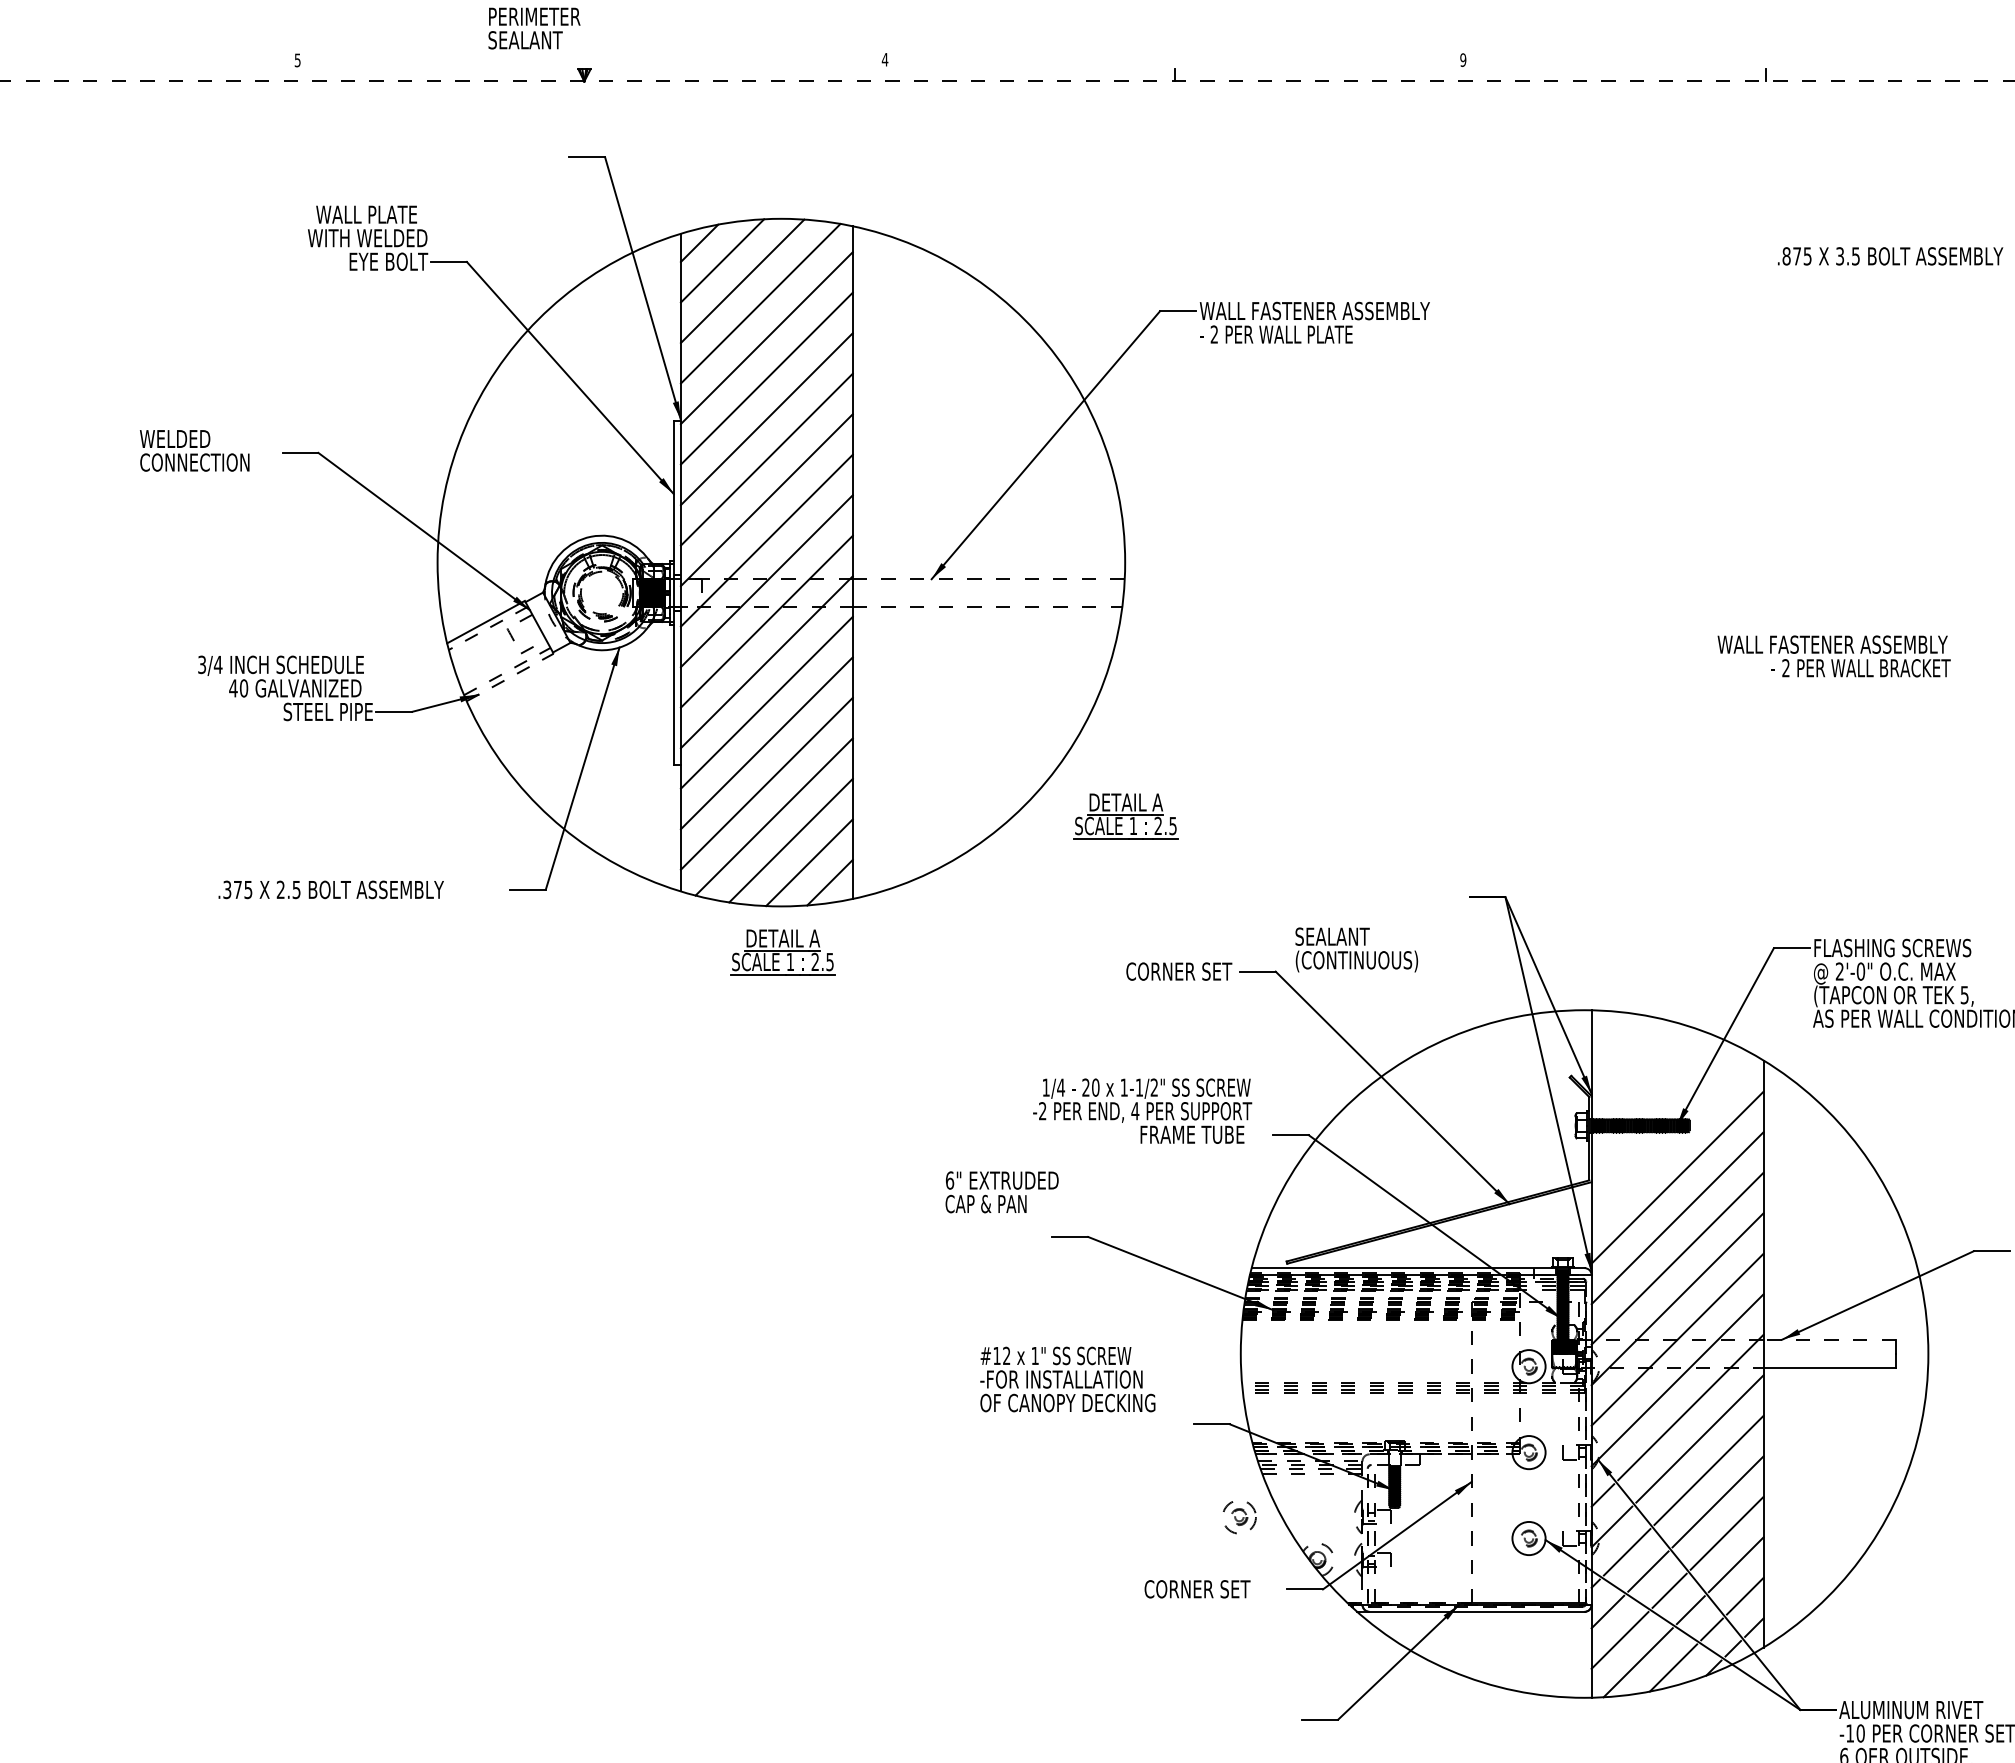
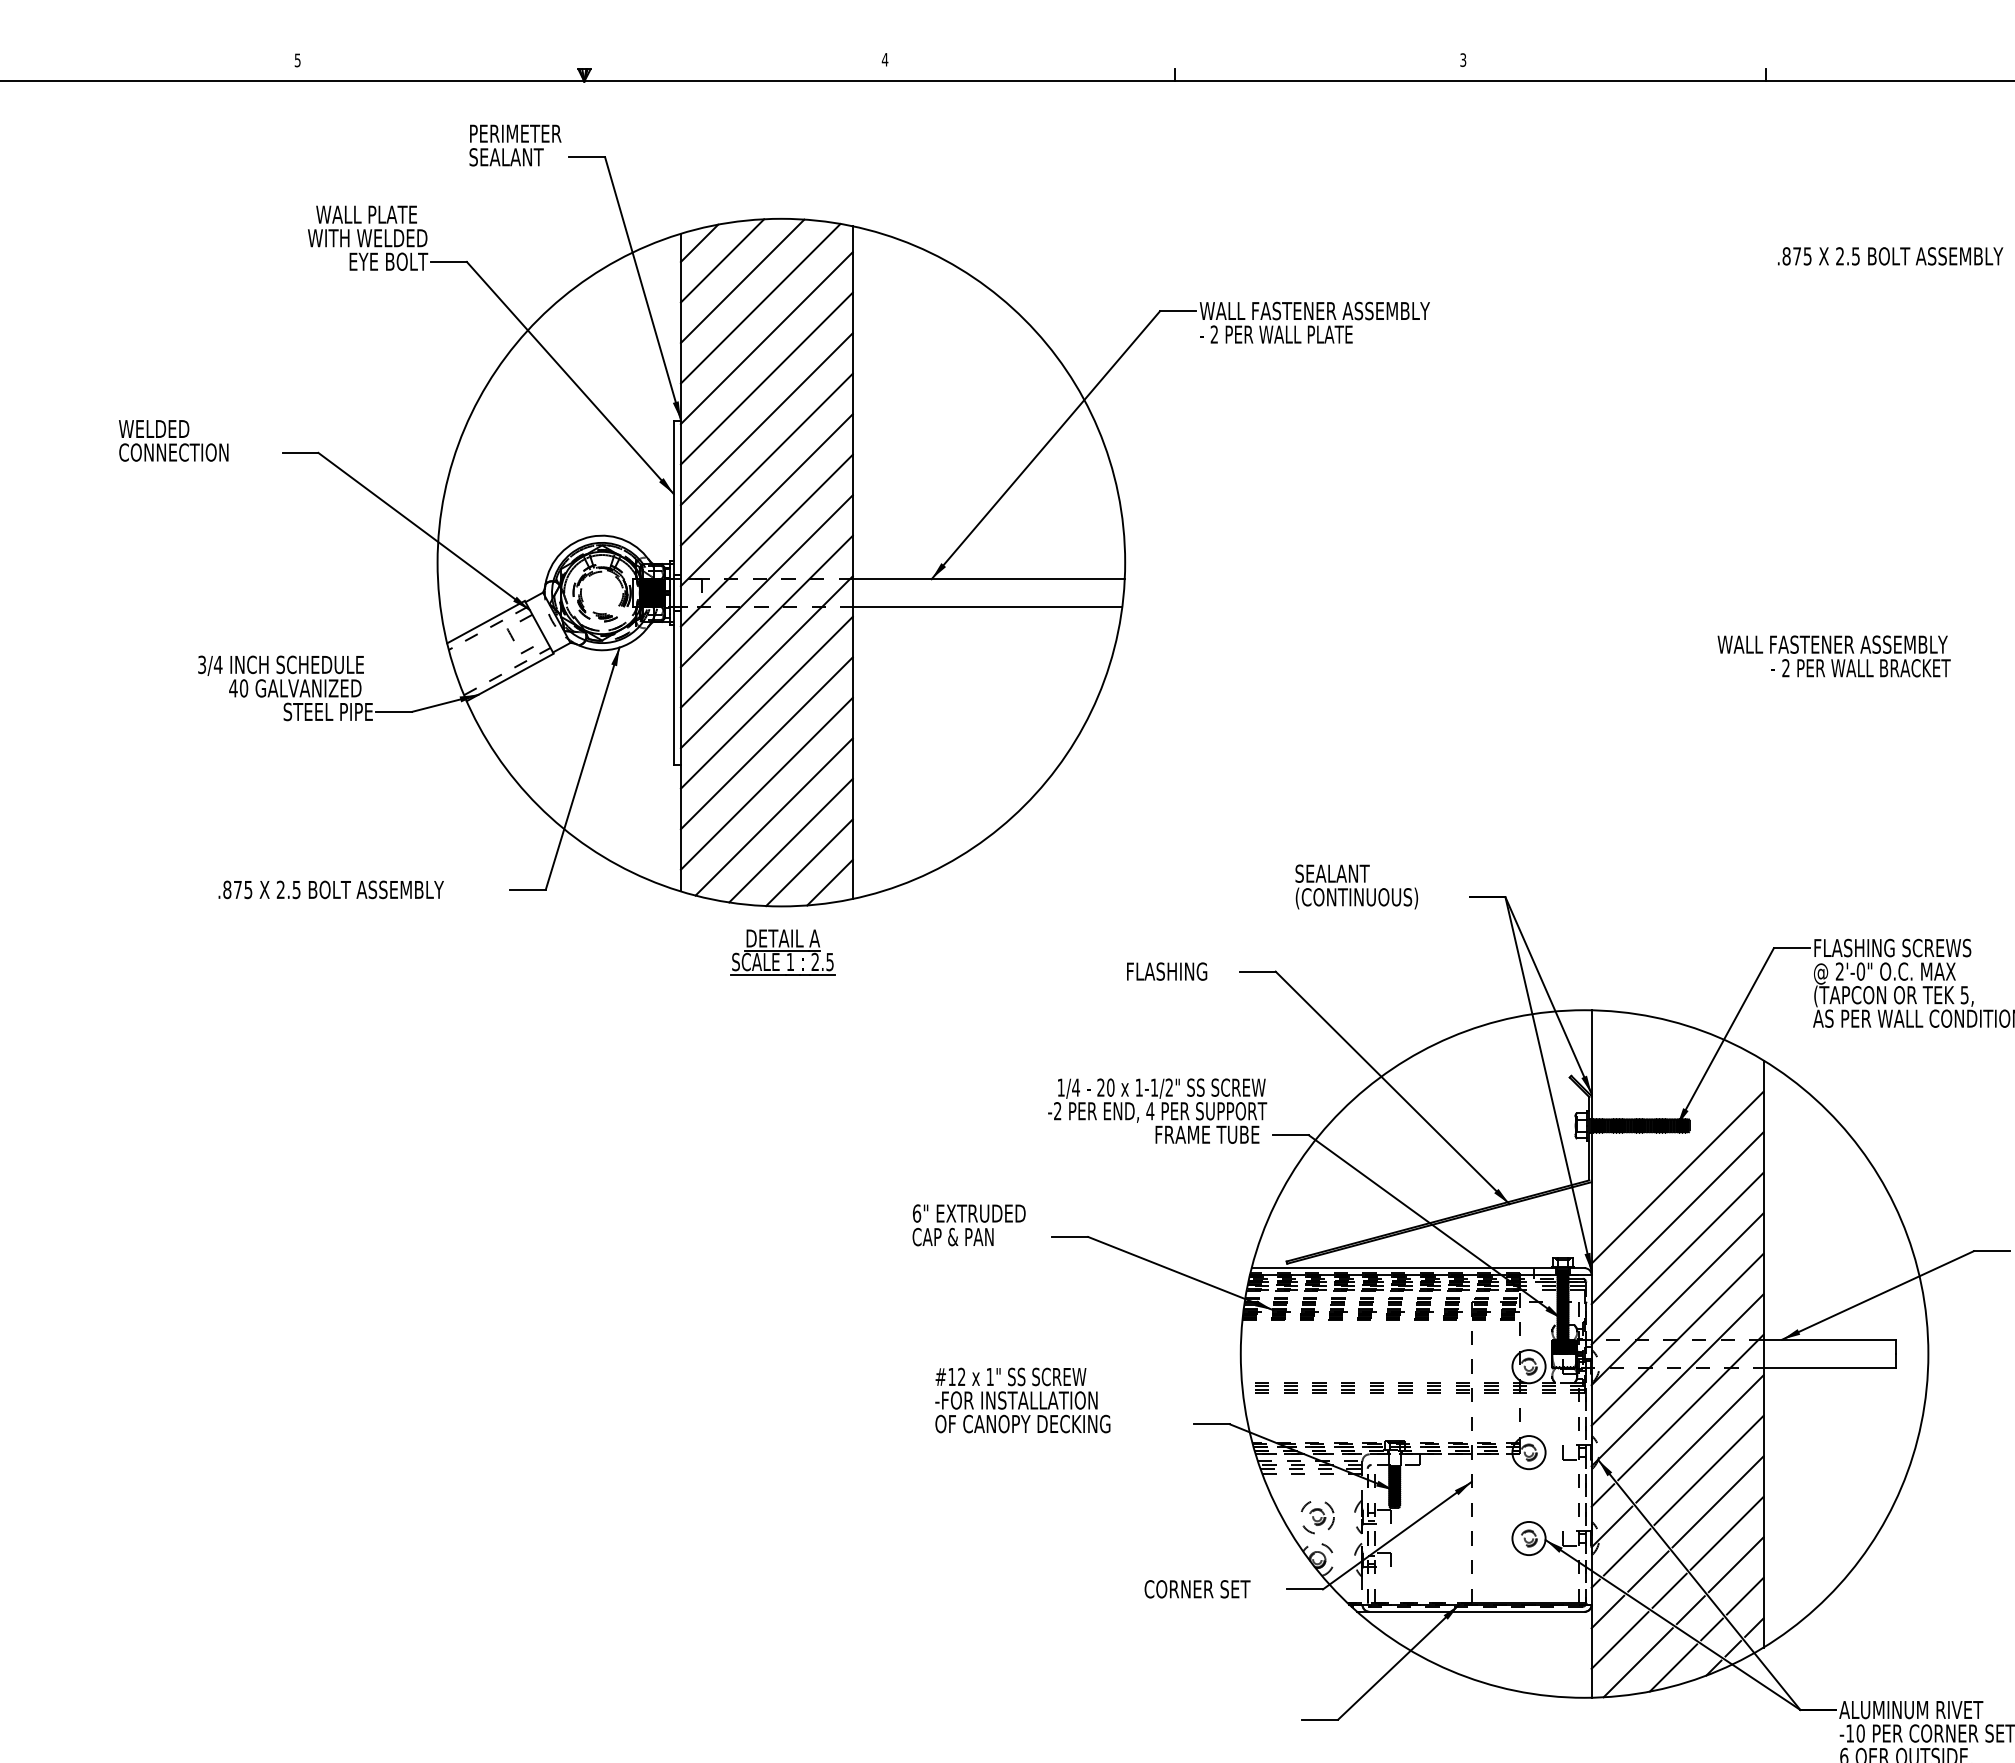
text at (534, 28) position: (534, 28) -> (515, 145)
text at (1463, 59): 9 -> 3
line at (1007, 81): dashed -> solid
text at (1840, 256): 3.5 -> 2.5
text at (194, 450) position: (194, 450) -> (173, 440)
line at (988, 579): dashed -> solid
line at (987, 606): dashed -> solid
line at (510, 677): dashed -> solid
part at (1125, 816): present -> none
text at (227, 889): .375 -> .875
text at (1356, 949) position: (1356, 949) -> (1356, 886)
text at (1179, 971): CORNER SET -> FLASHING
text at (1142, 1110) position: (1142, 1110) -> (1157, 1110)
text at (1001, 1192) position: (1001, 1192) -> (968, 1225)
line at (1829, 1339): dashed -> solid
text at (1067, 1379) position: (1067, 1379) -> (1022, 1400)
part at (1239, 1517) position: (1239, 1517) -> (1317, 1517)
